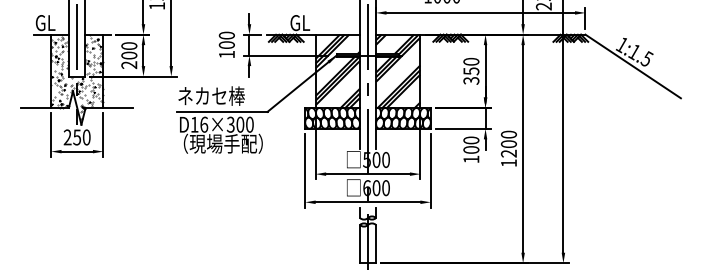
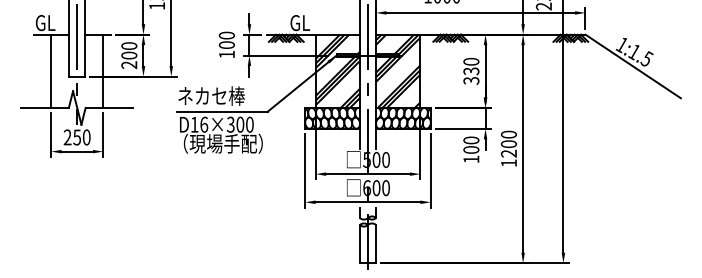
text at (470, 70): 350 -> 330
hatch at (77, 76): present -> none
